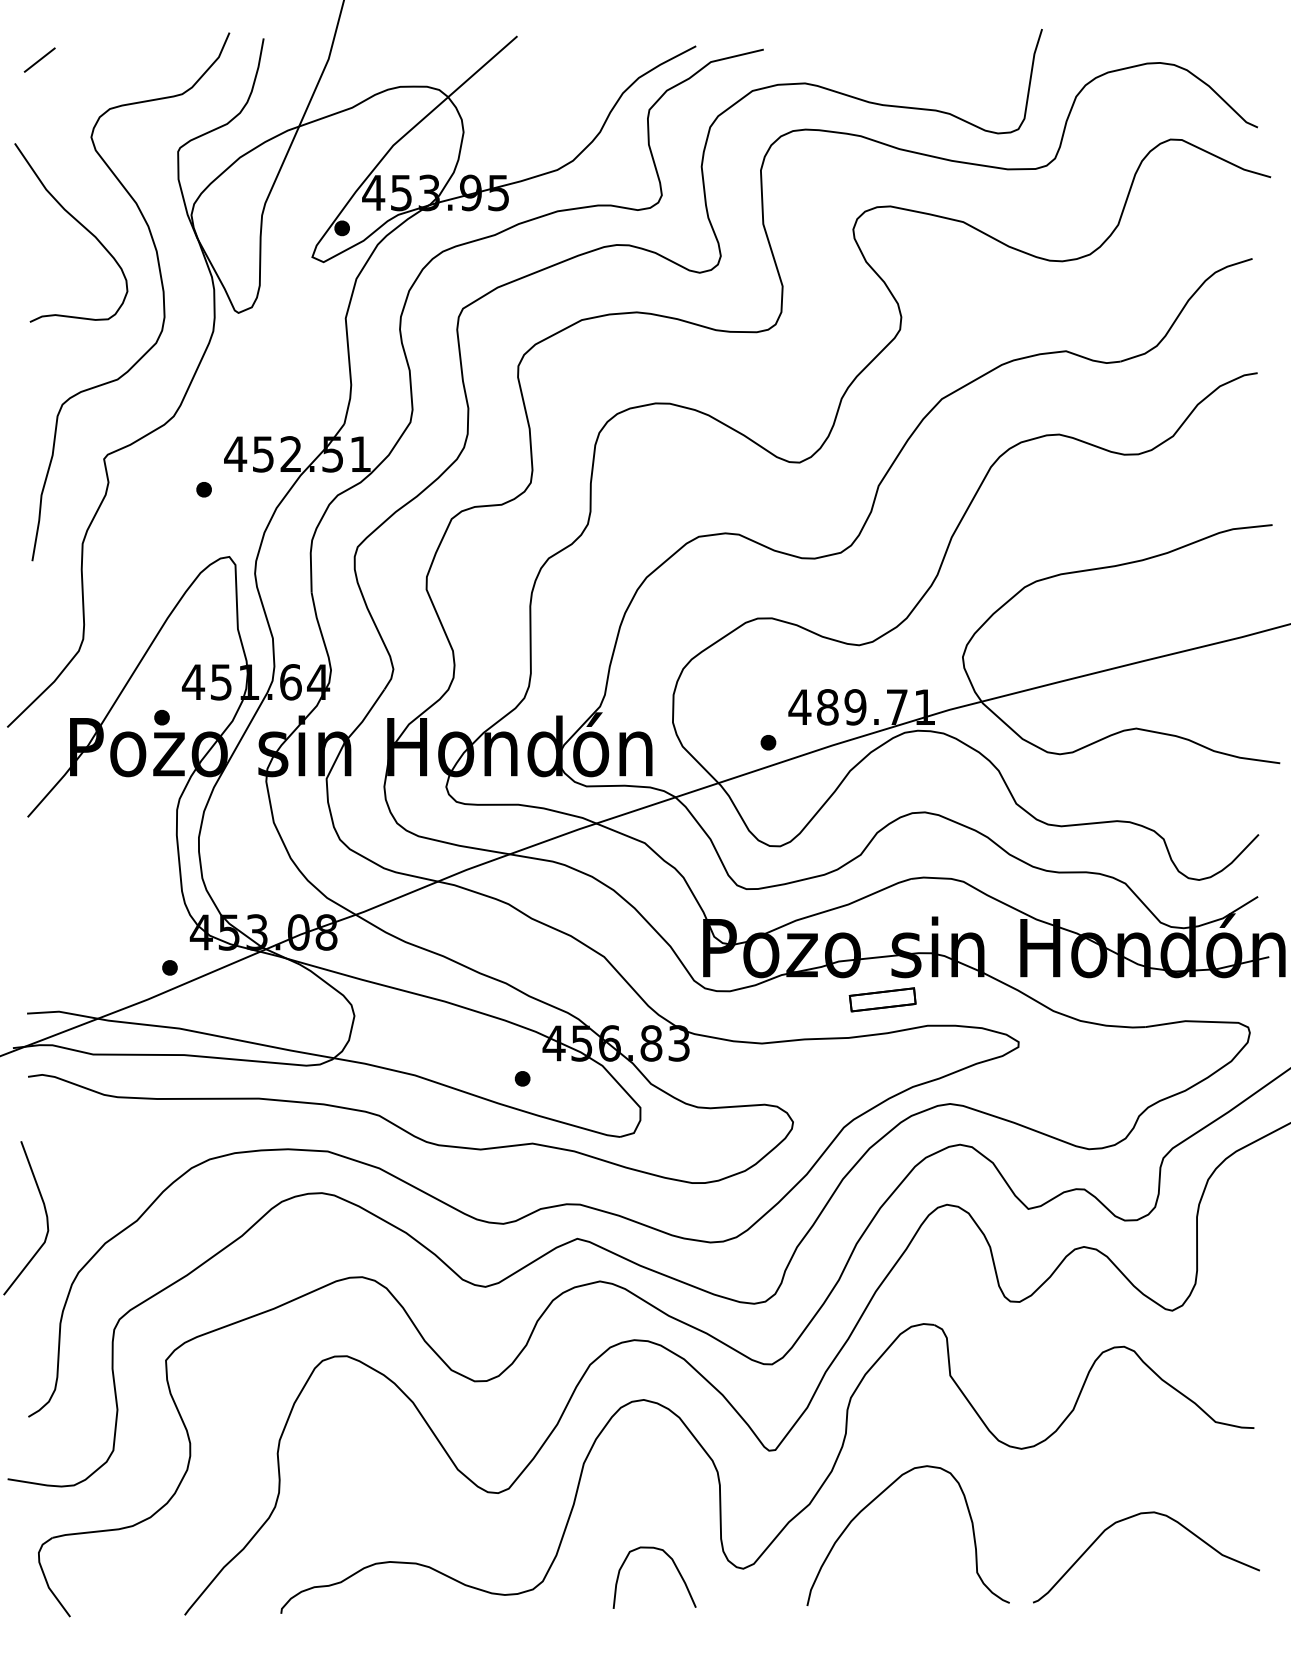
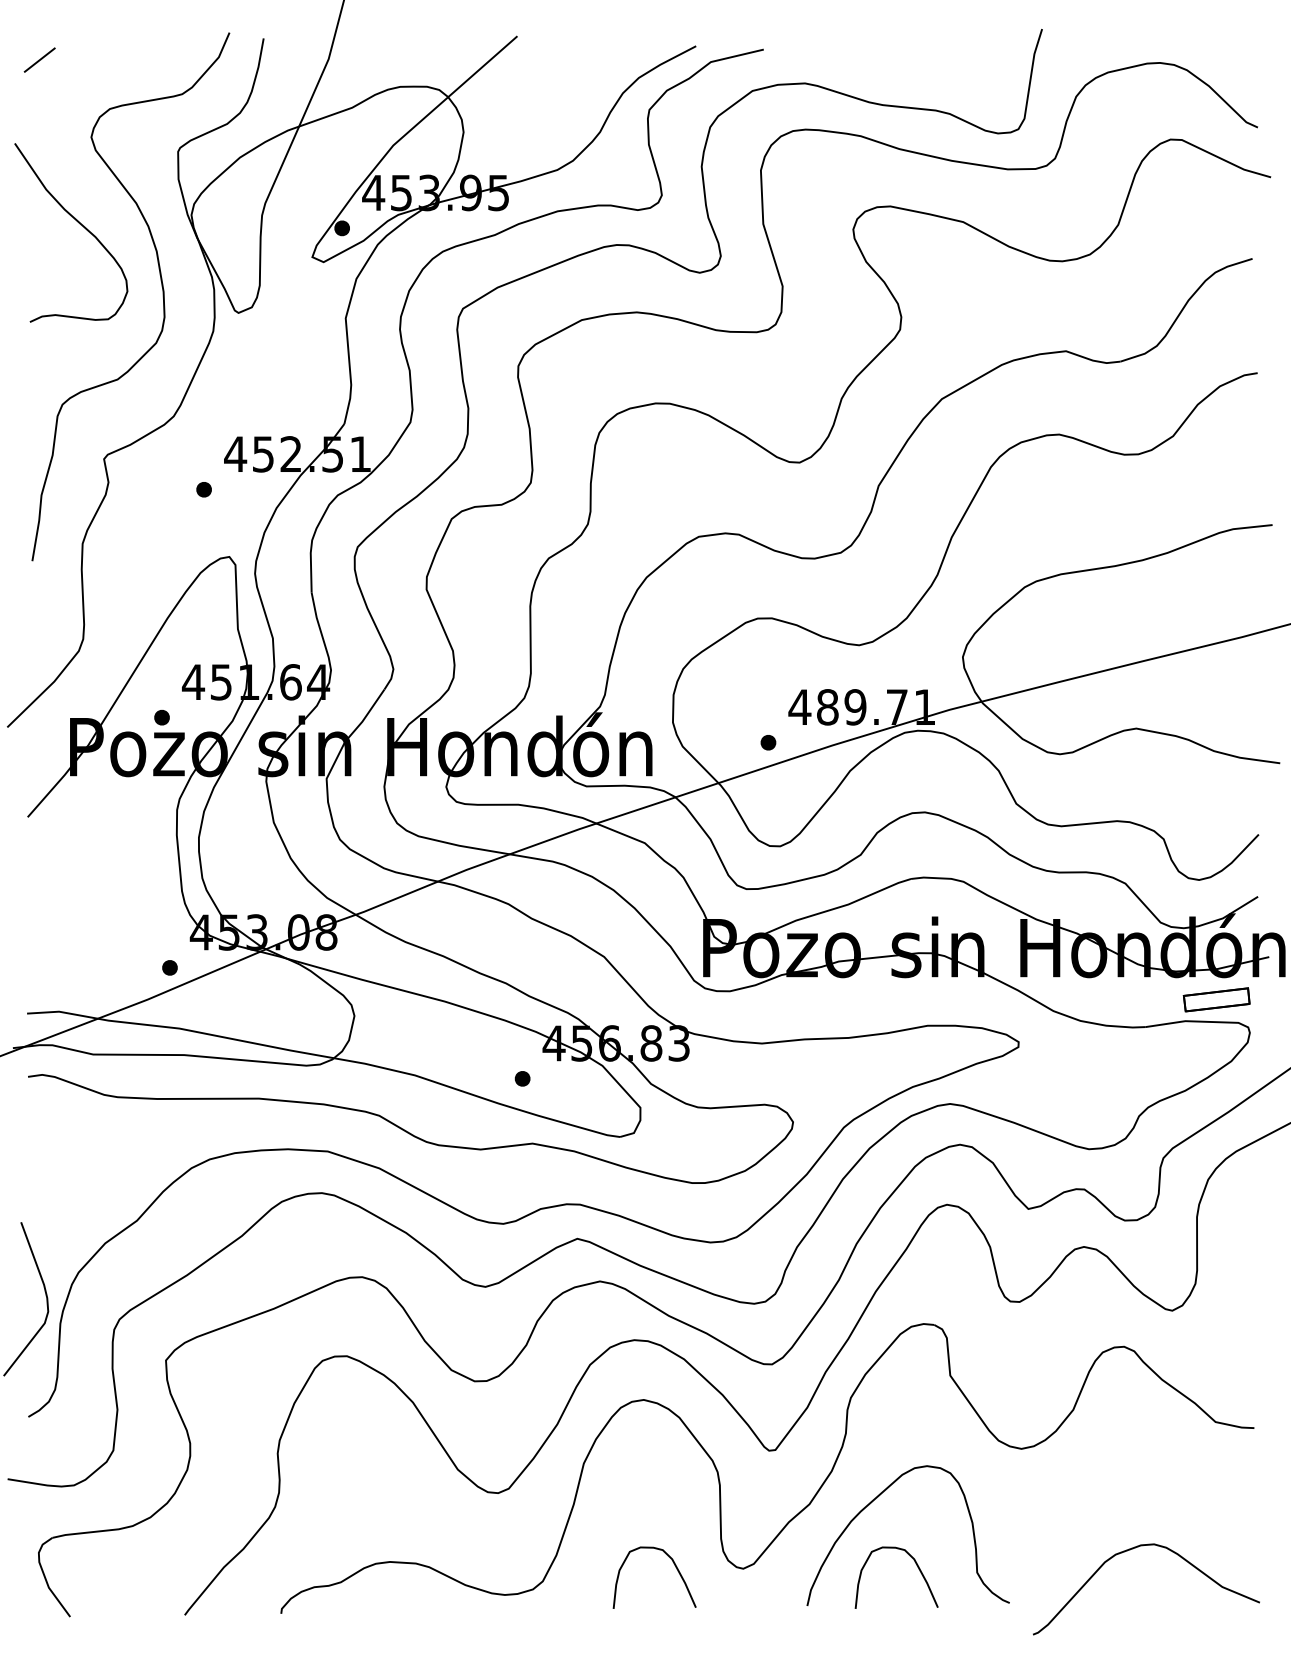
part at (882, 999) position: (882, 999) -> (1216, 999)
curve at (45, 1214) position: (45, 1214) -> (45, 1295)
curve at (1133, 1517) position: (1133, 1517) -> (1133, 1549)
curve at (917, 1567): none -> present
